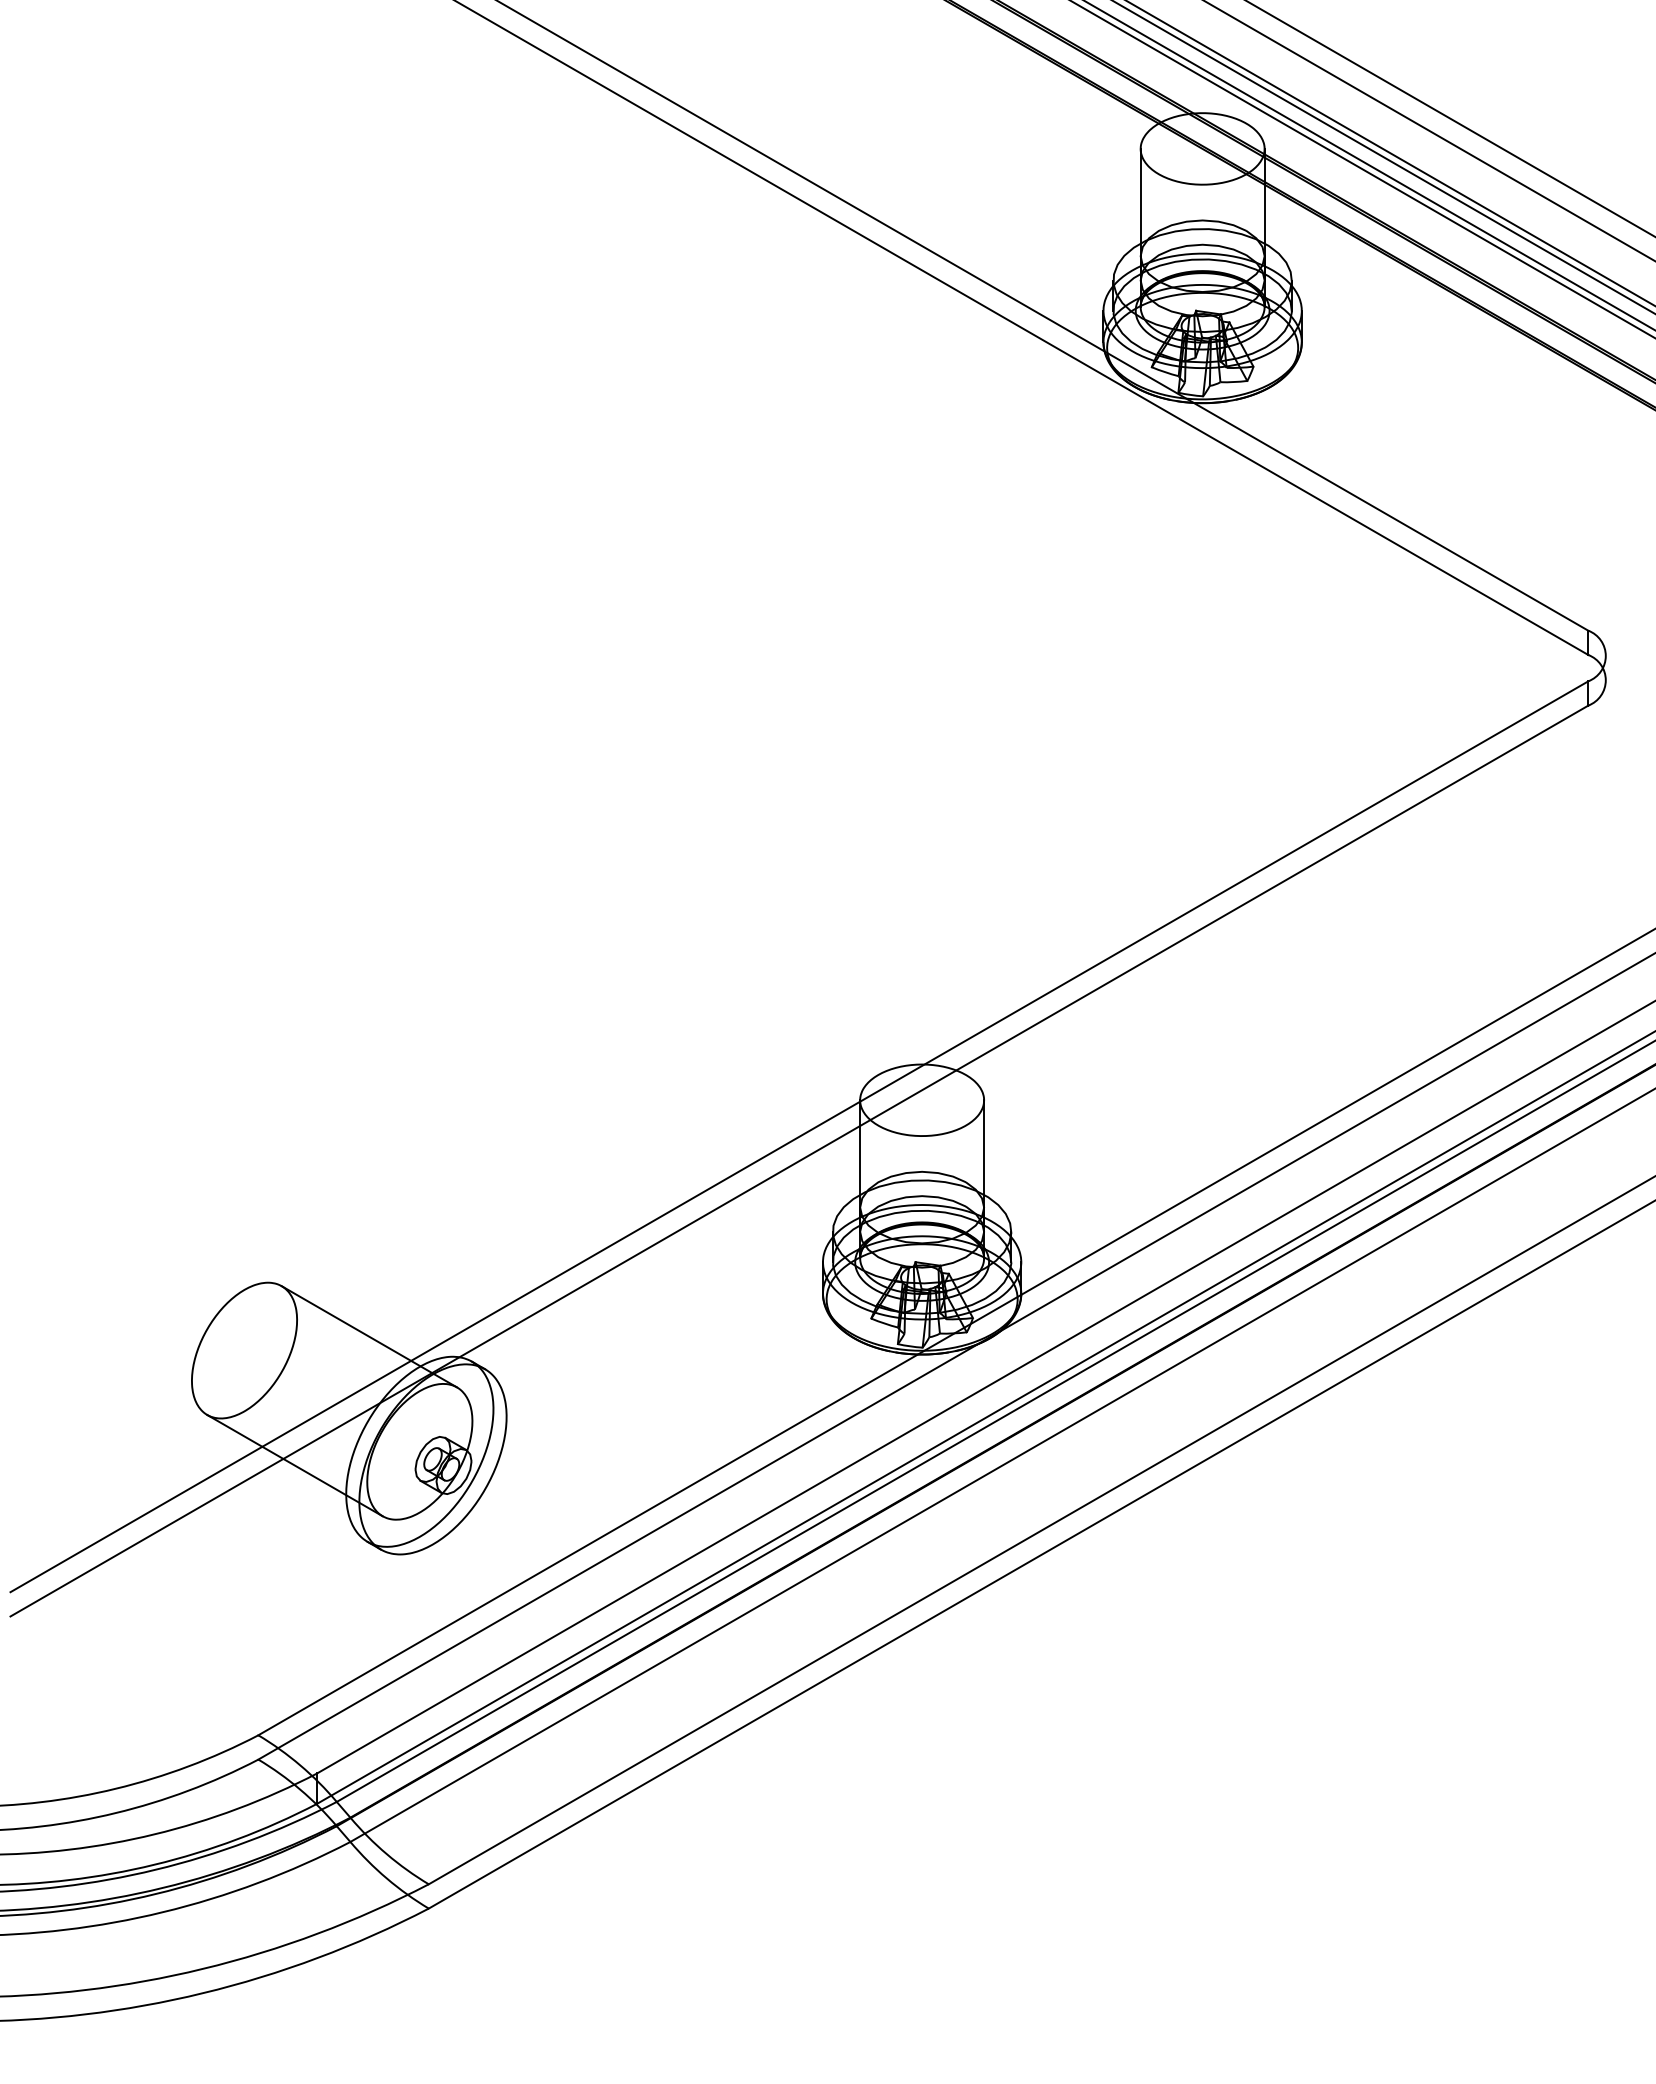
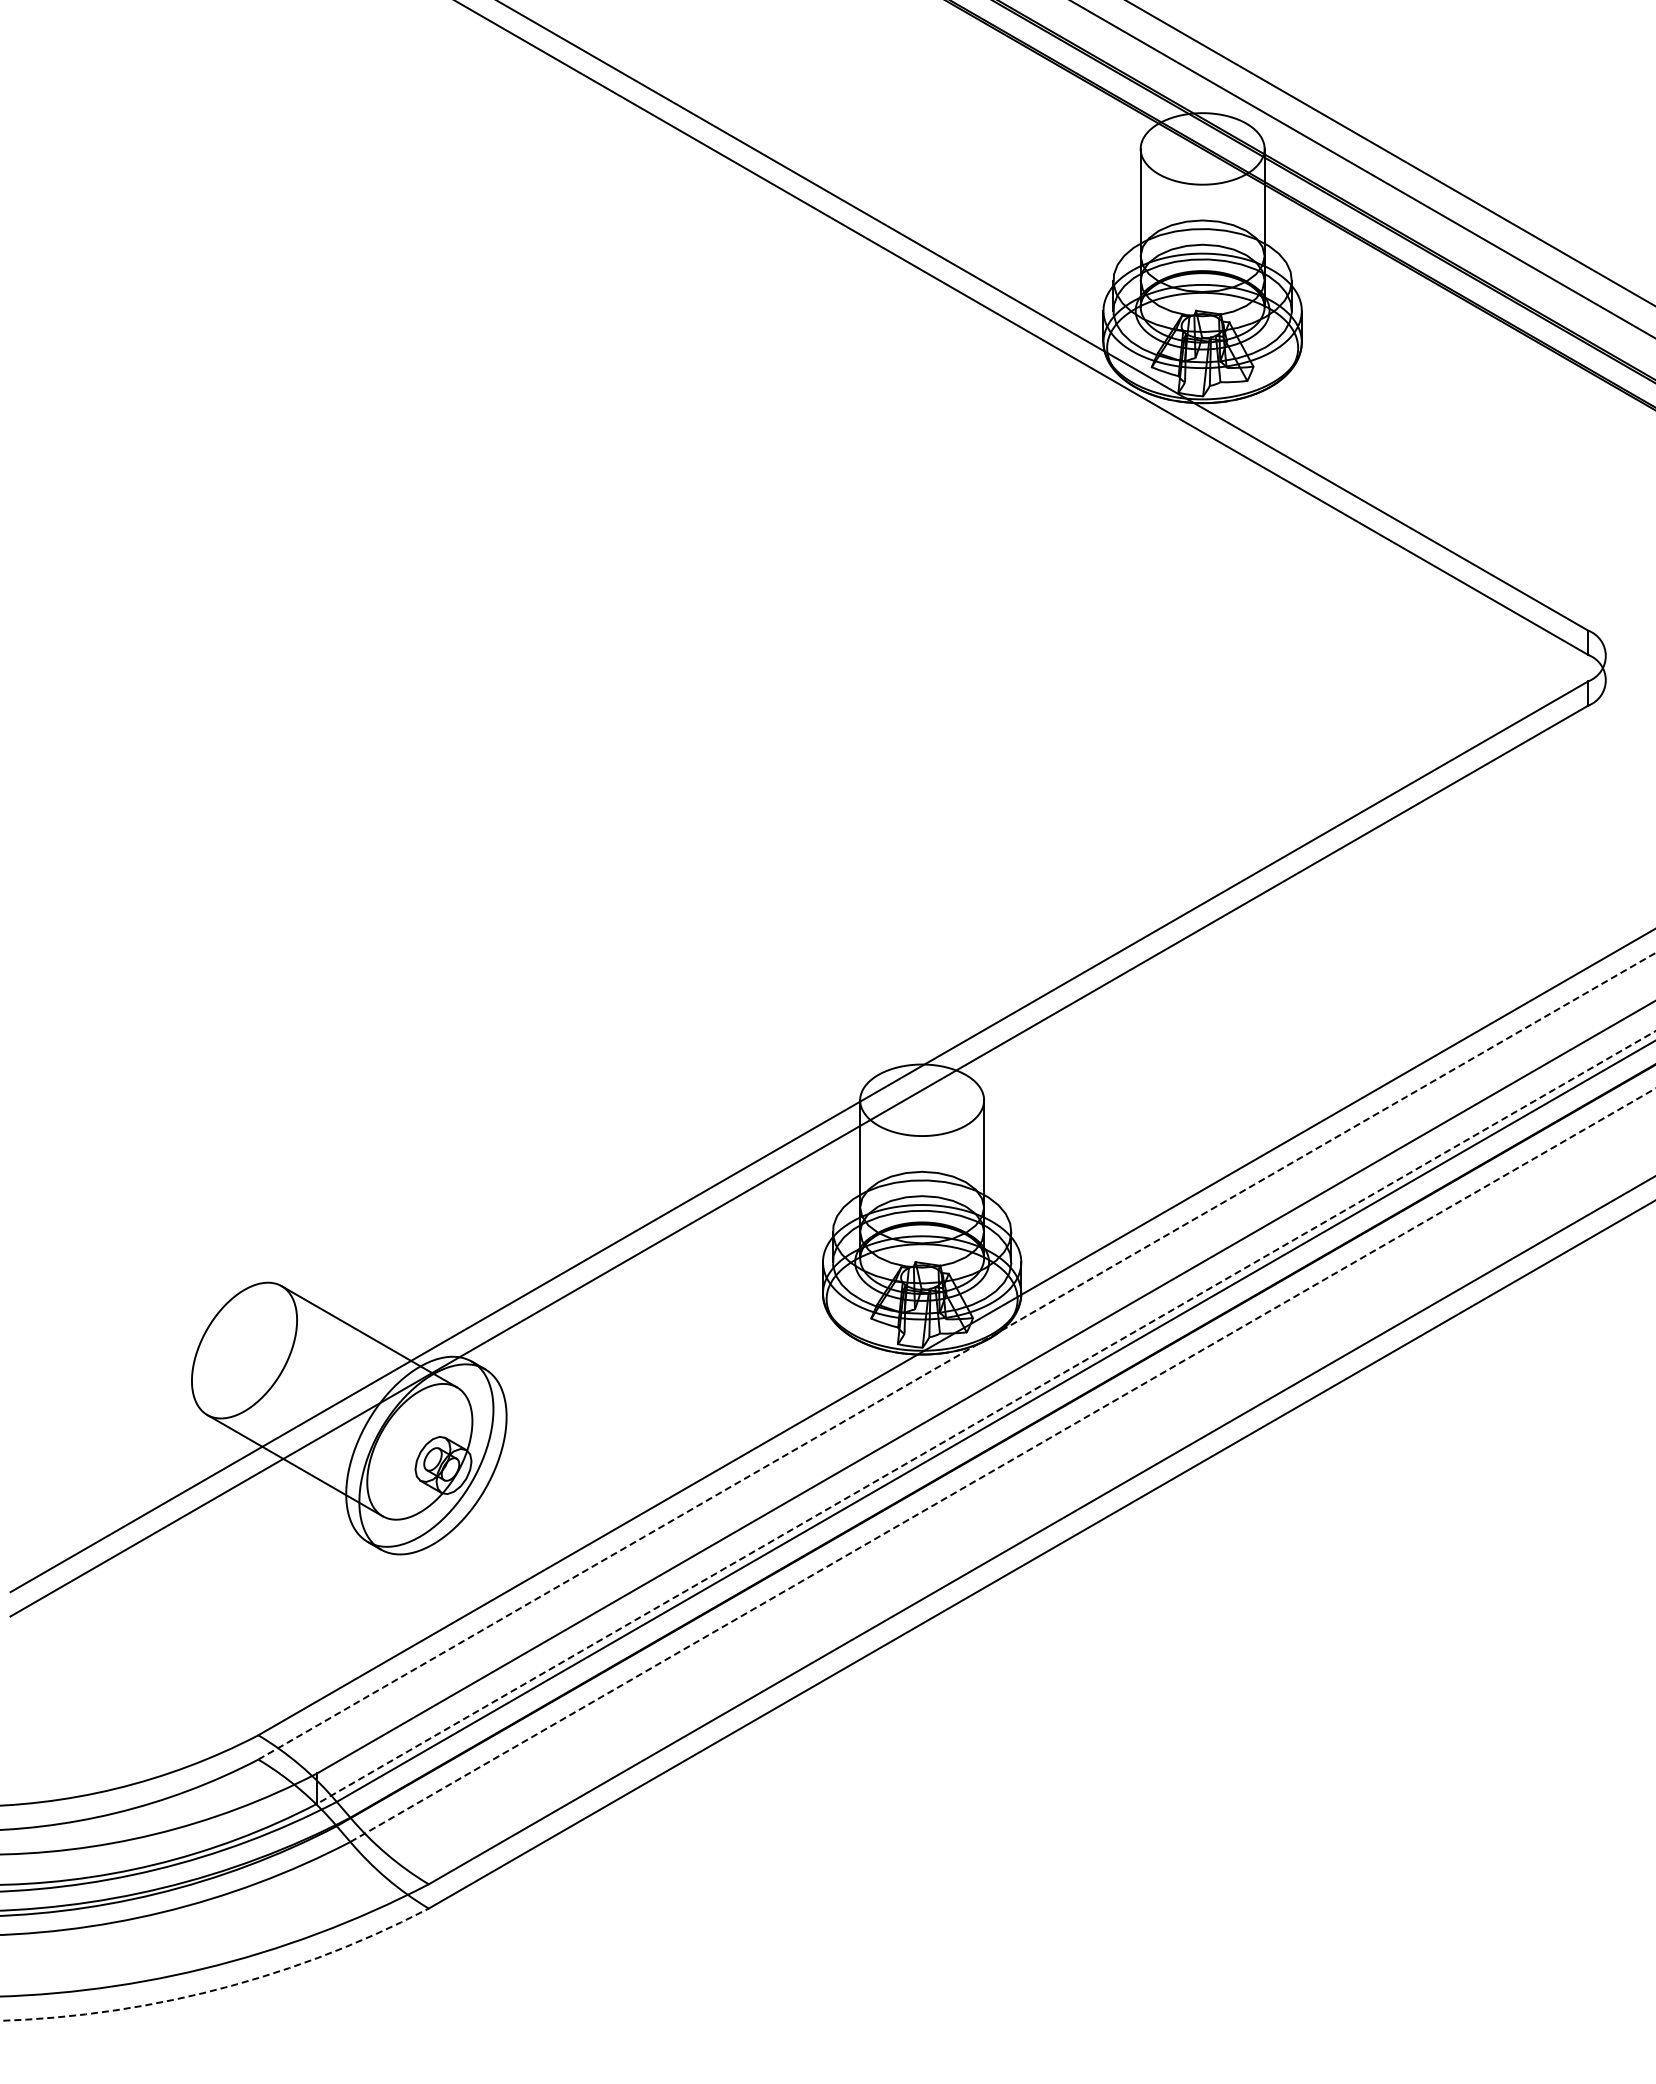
line at (1450, 118): present -> none
line at (1429, 130): present -> none
line at (1383, 157): present -> none
line at (1369, 165): present -> none
line at (956, 1356): solid -> dashed
line at (986, 1417): solid -> dashed
line at (1002, 1465): solid -> dashed
arc at (223, 1988): solid -> dashed
